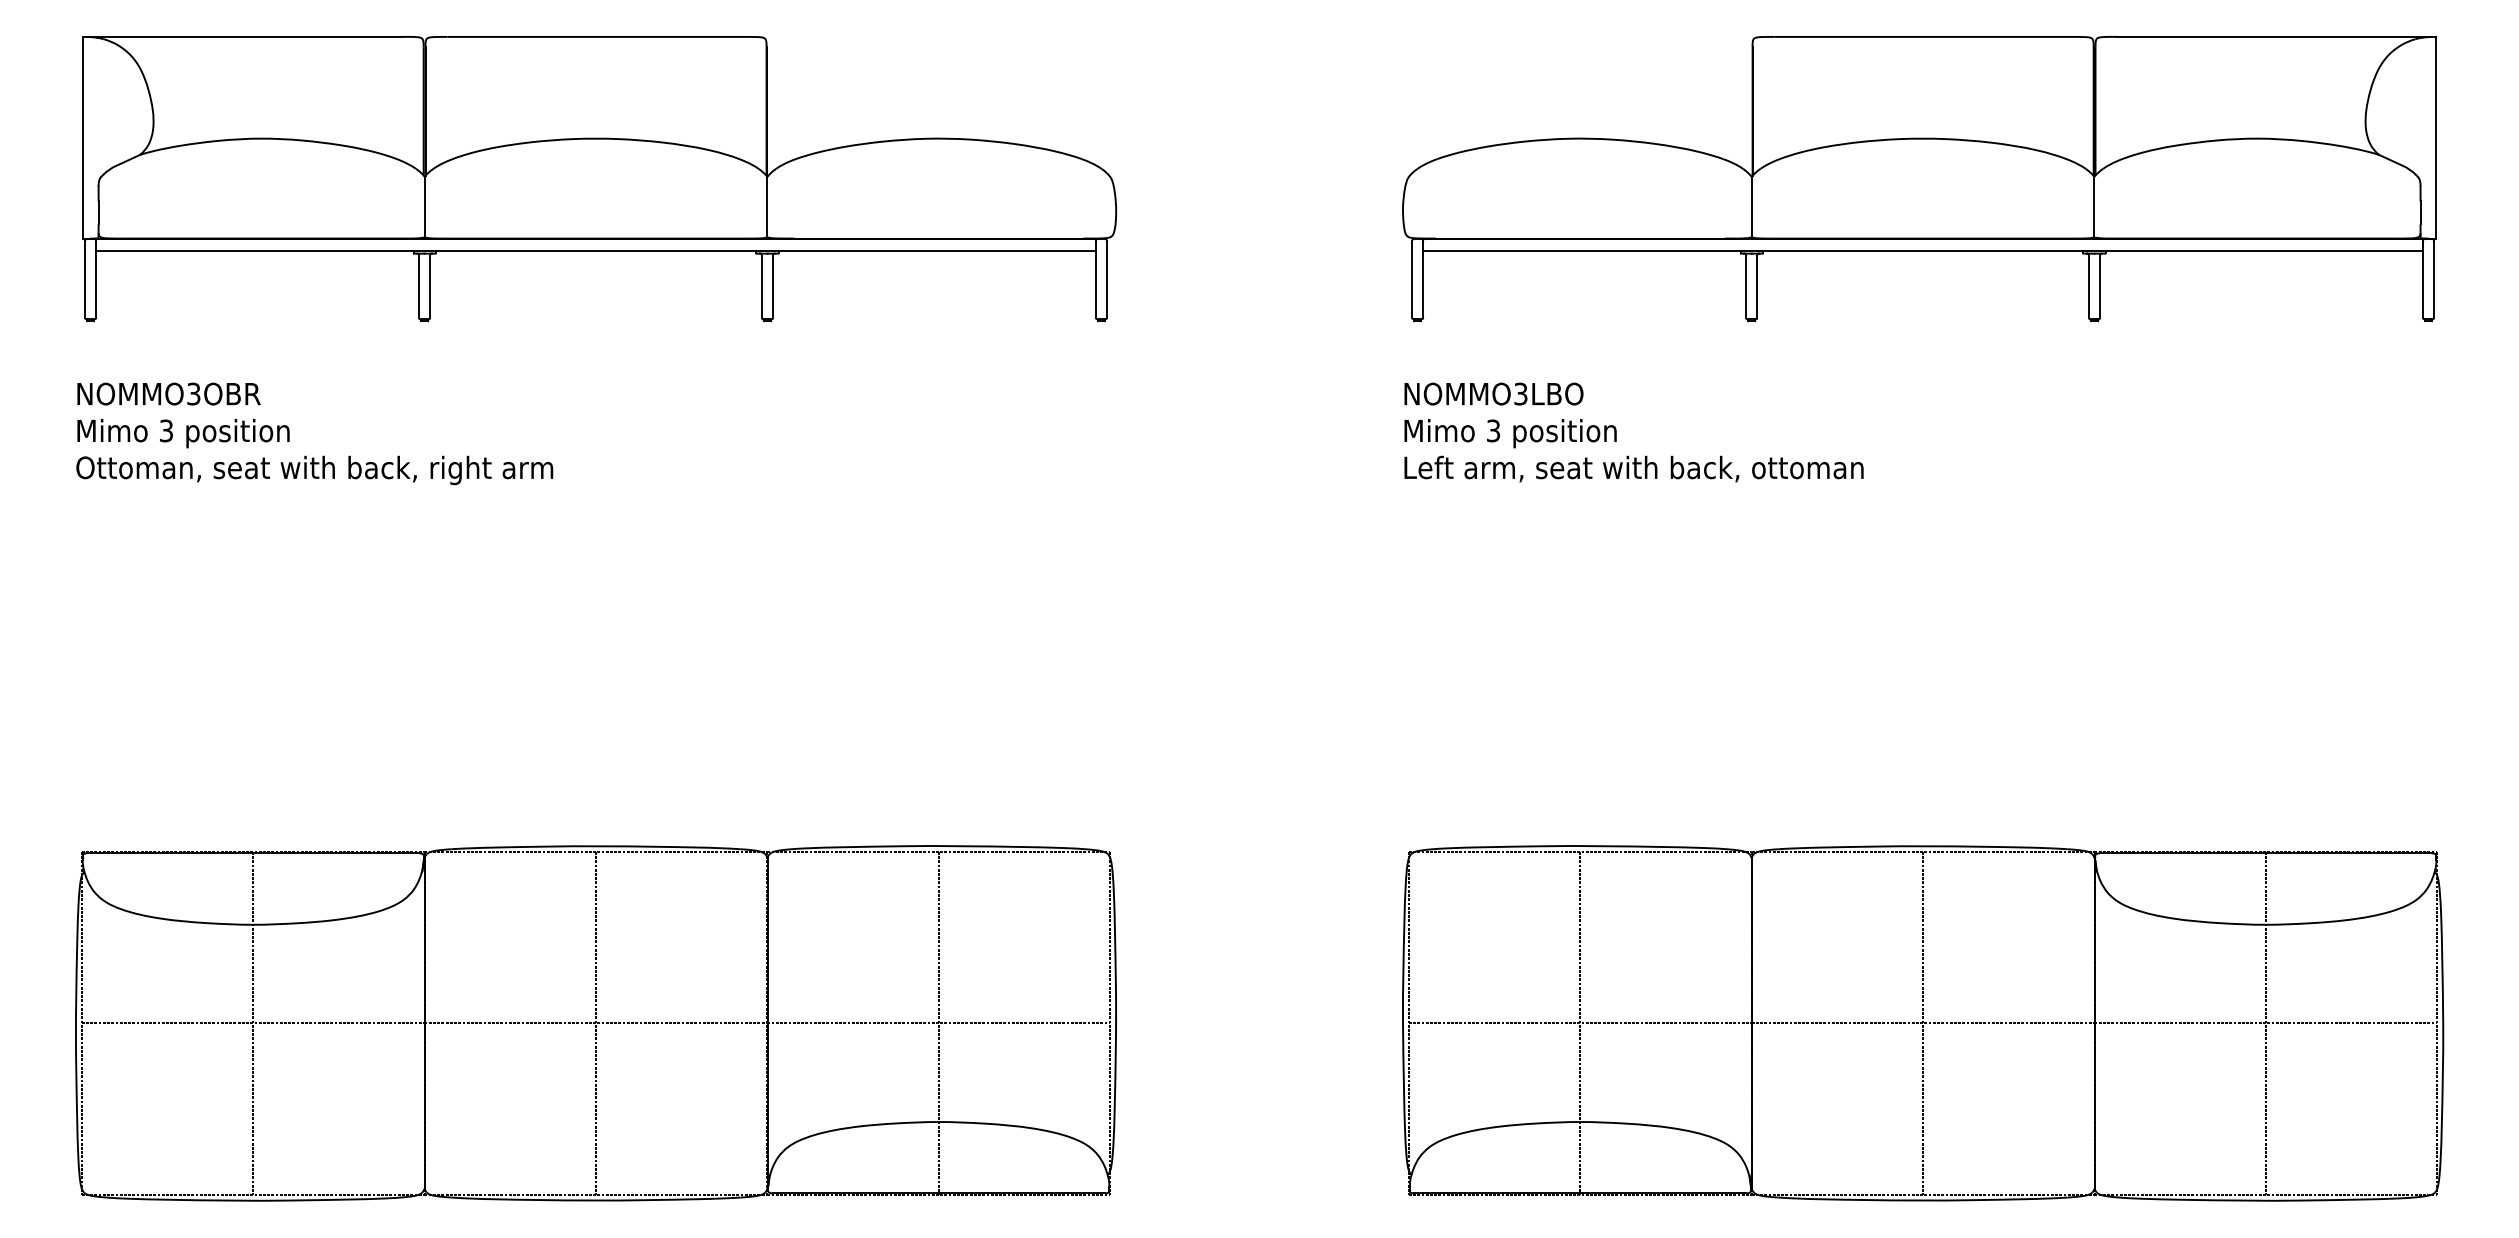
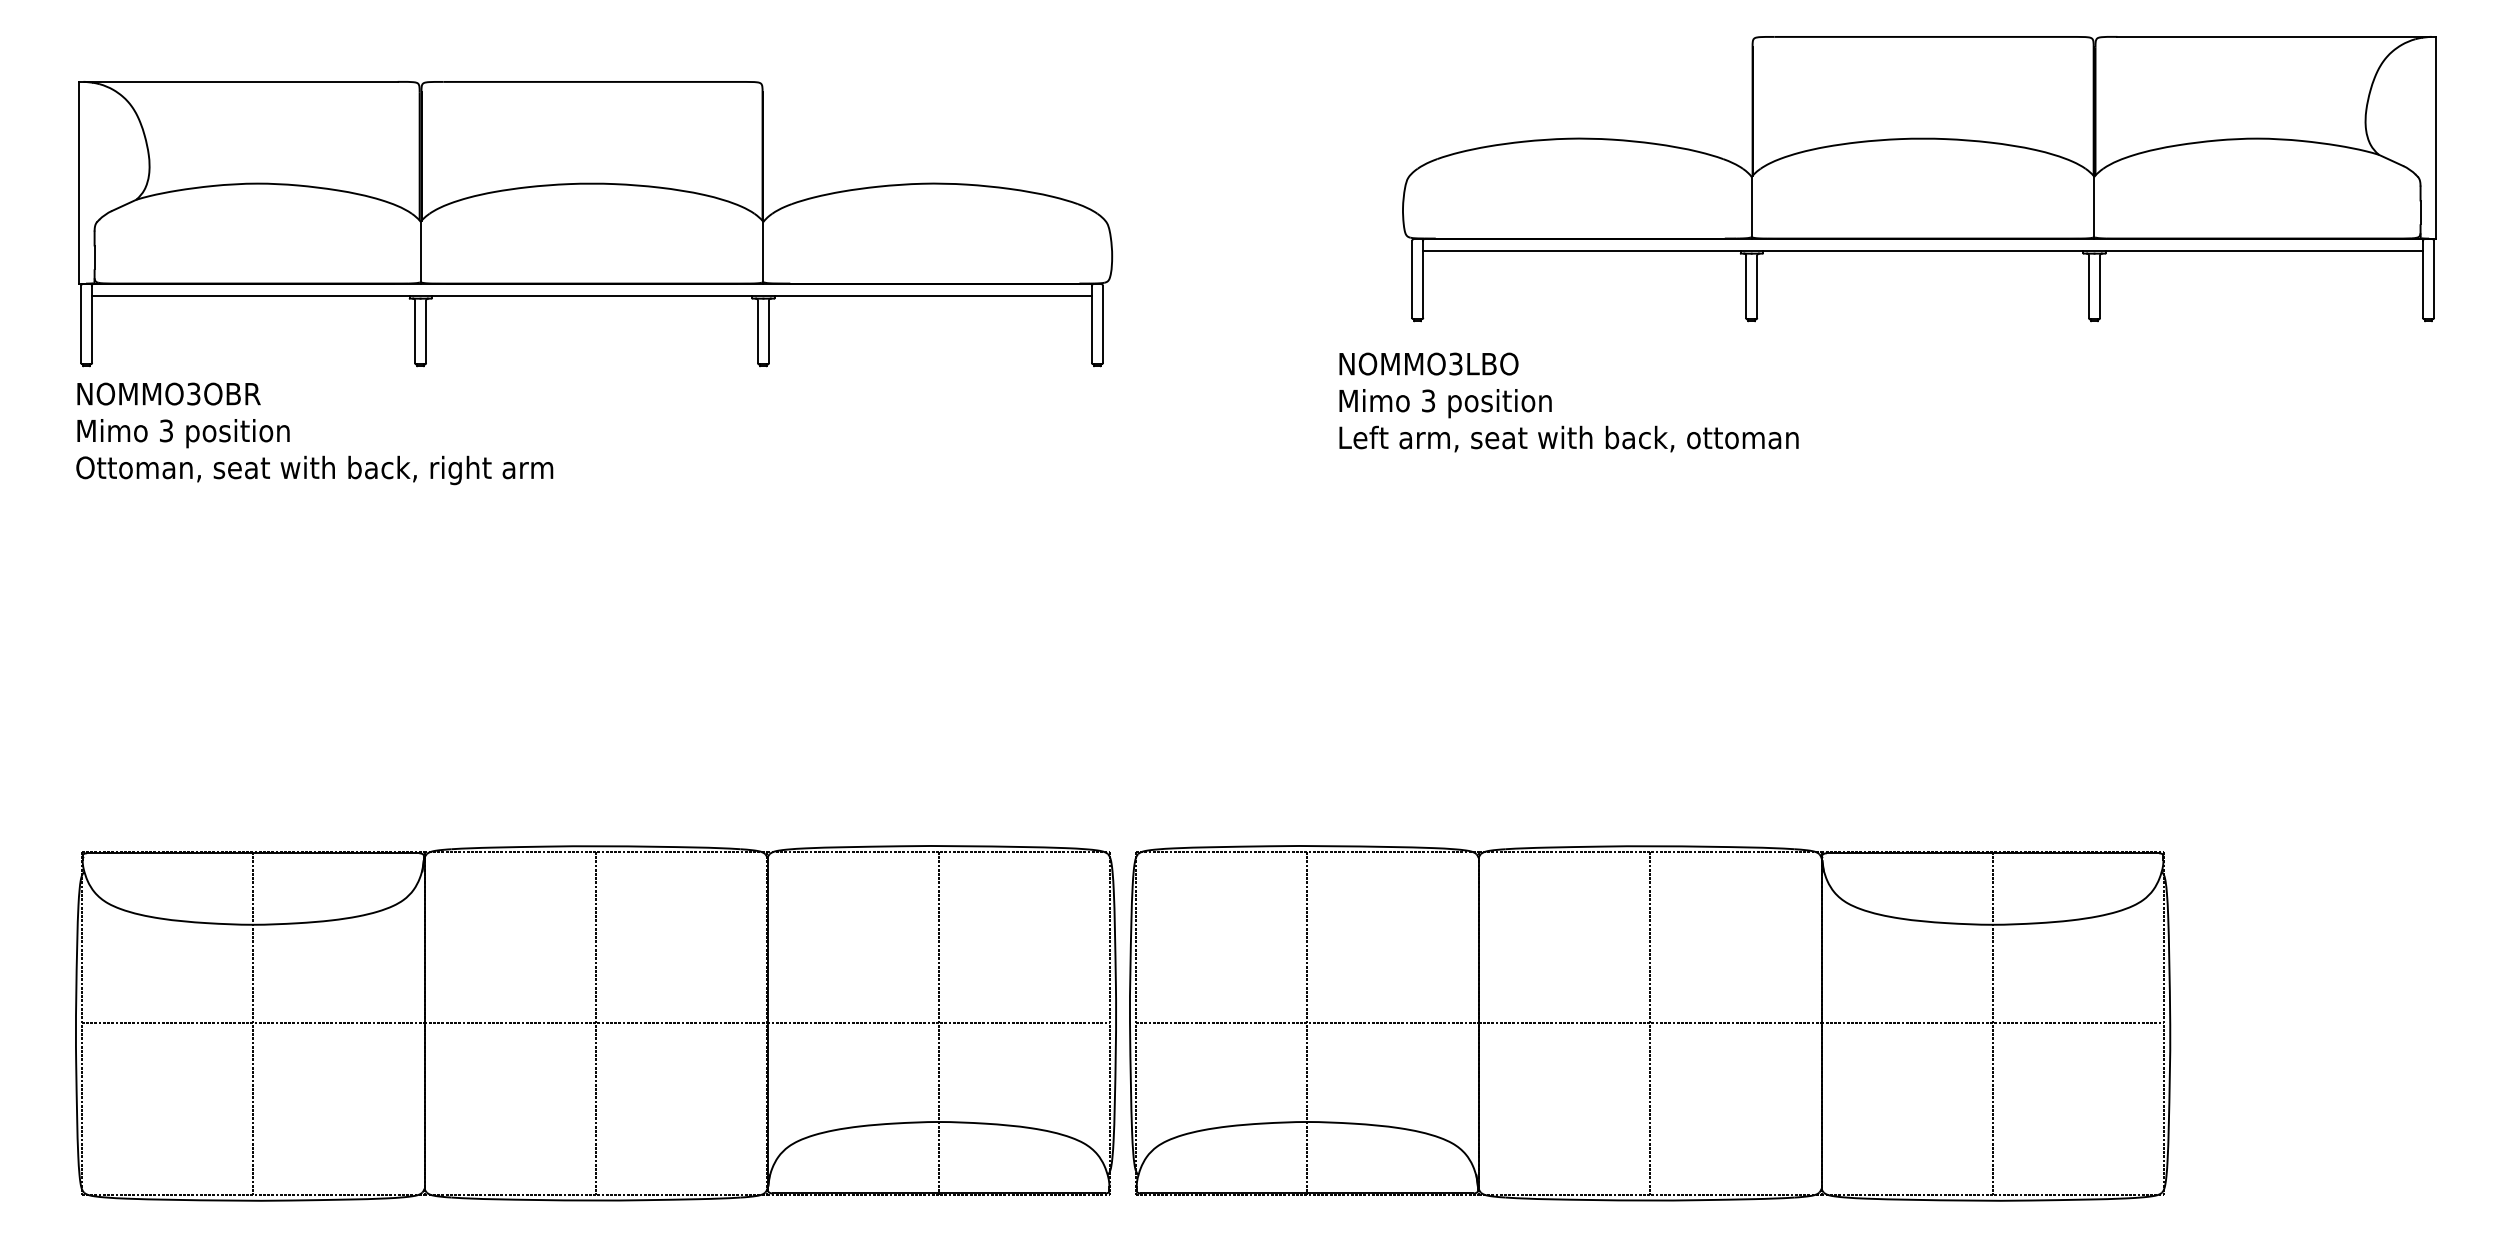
part at (599, 179) position: (599, 179) -> (595, 224)
text at (1633, 432) position: (1633, 432) -> (1568, 402)
part at (1923, 1023) position: (1923, 1023) -> (1650, 1023)
